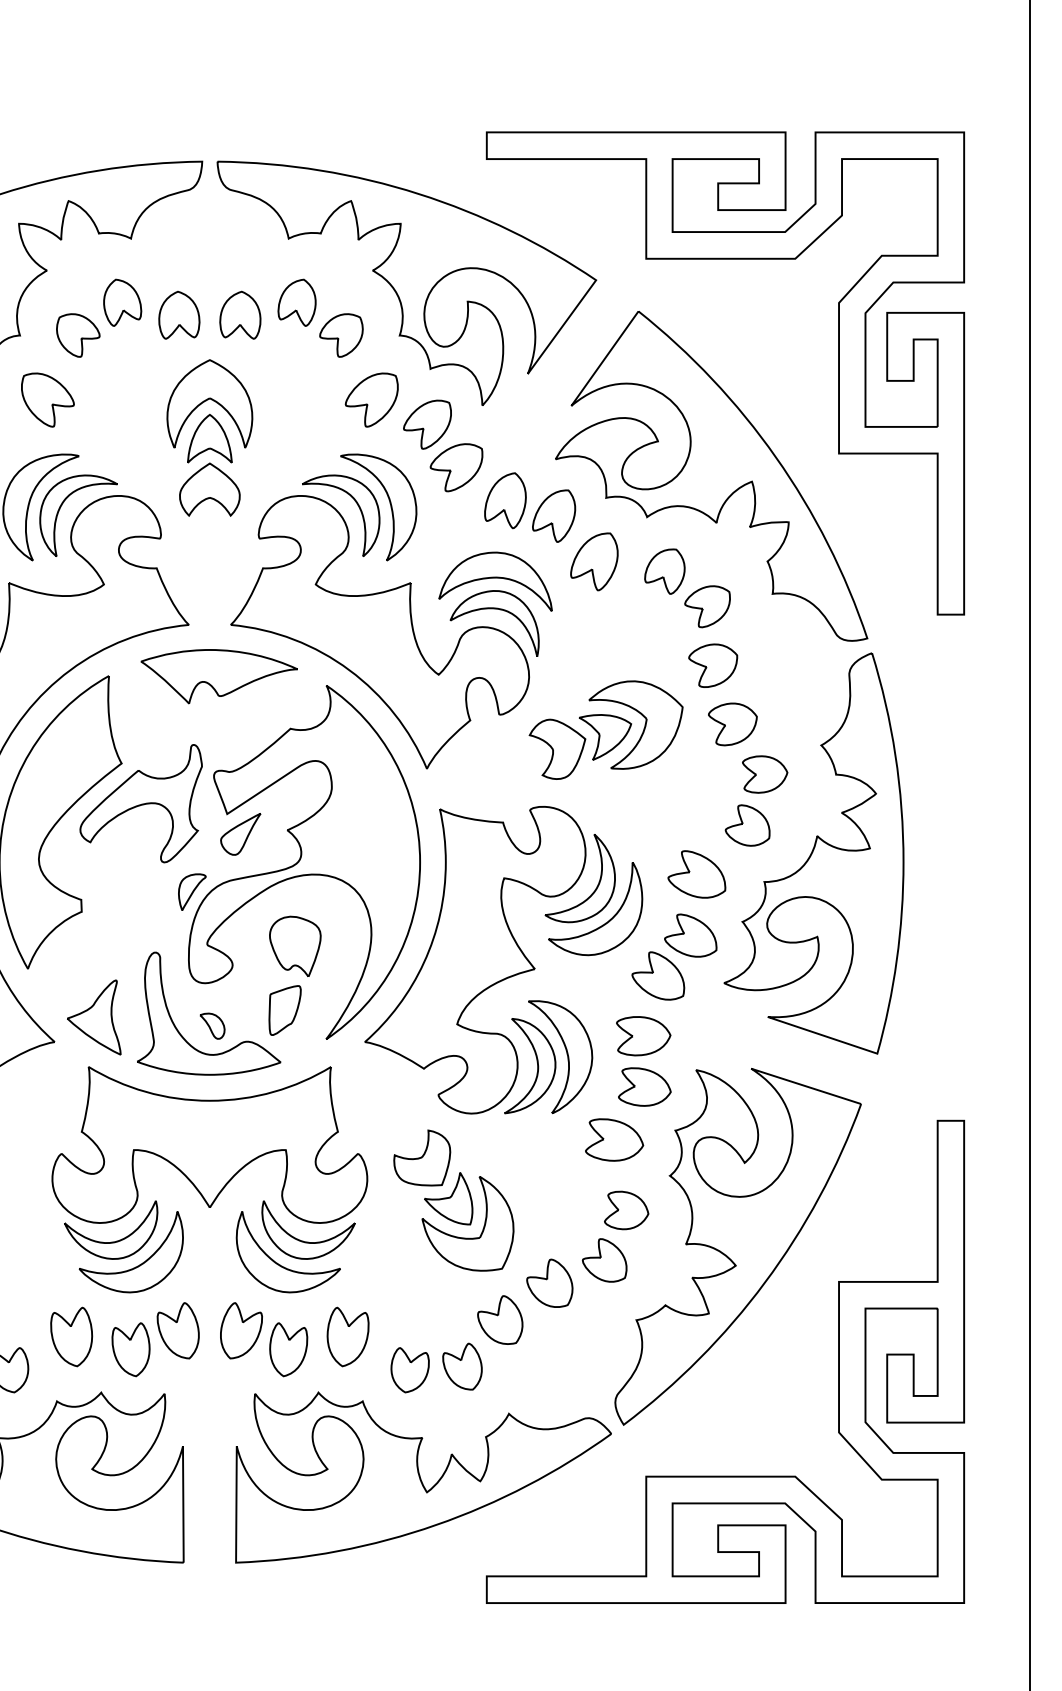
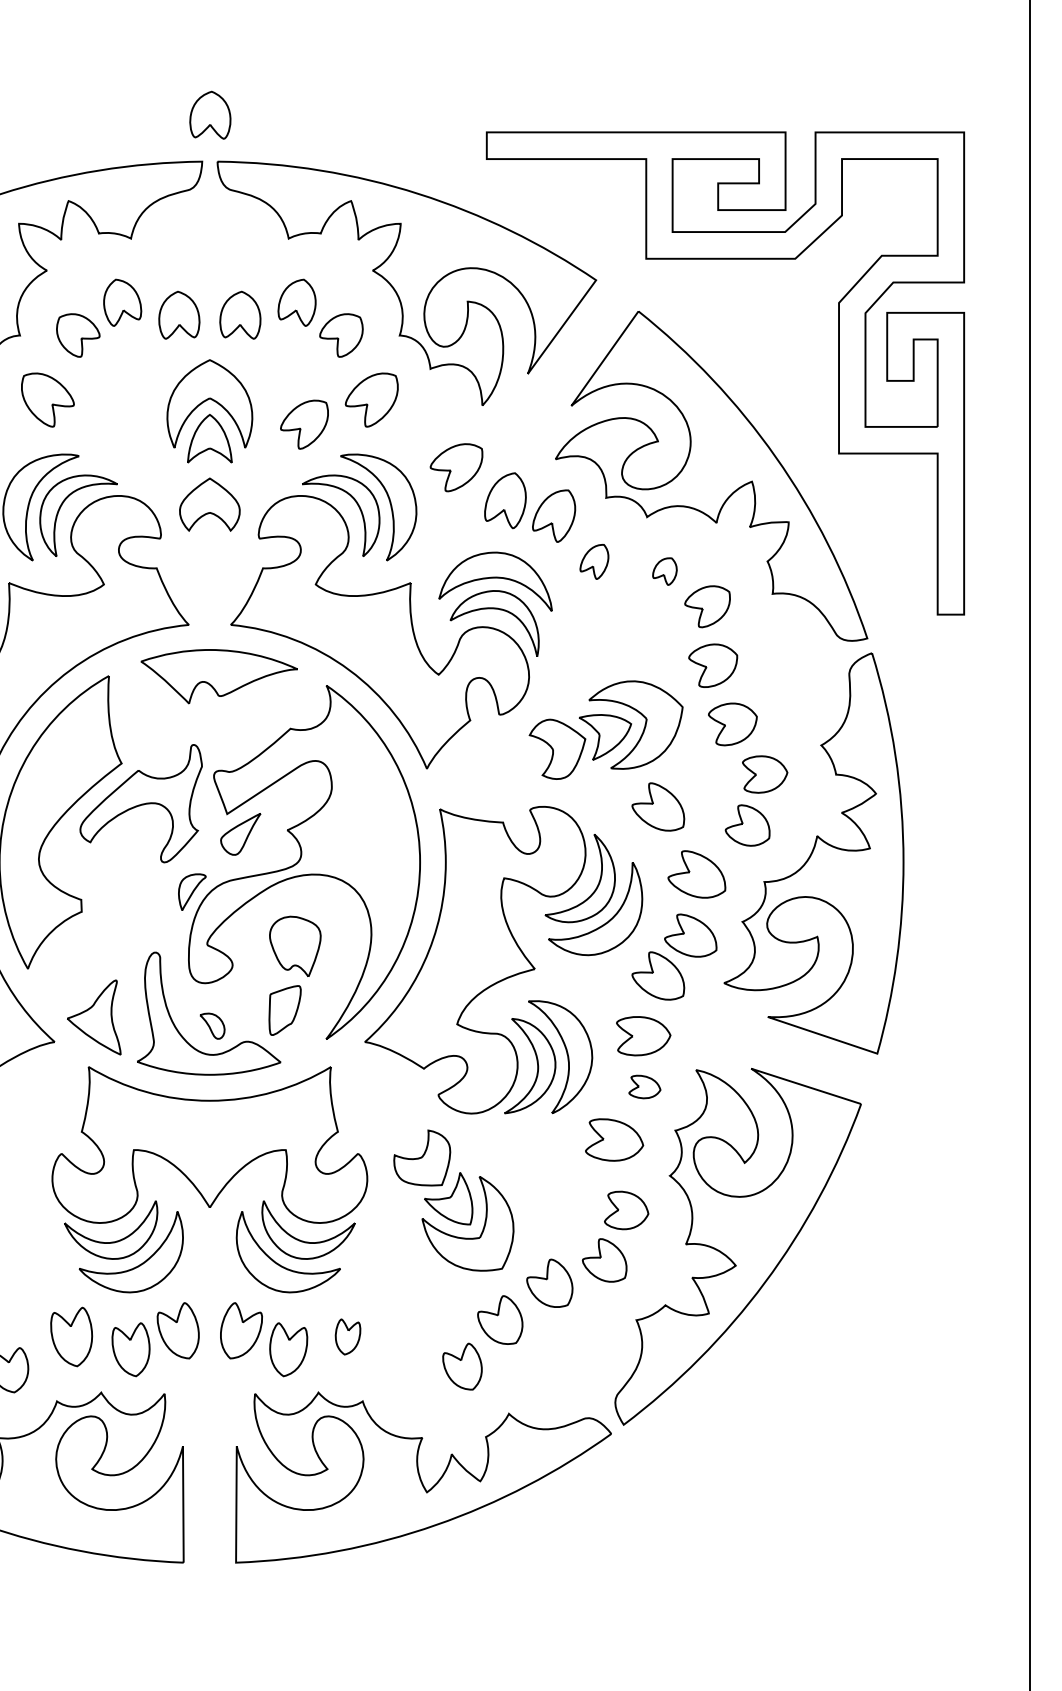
part at (210, 114): none -> present
part at (427, 424) position: (427, 424) -> (304, 424)
part at (209, 489) position: (209, 489) -> (209, 504)
part at (594, 561) size: 49x60 px -> 31x36 px
part at (664, 571) size: 42x47 px -> 26x29 px
part at (658, 806): none -> present
part at (644, 1086) size: 54x40 px -> 34x26 px
part at (347, 1336) size: 44x62 px -> 28x38 px
part at (838, 1361): present -> none
part at (409, 1370): present -> none
